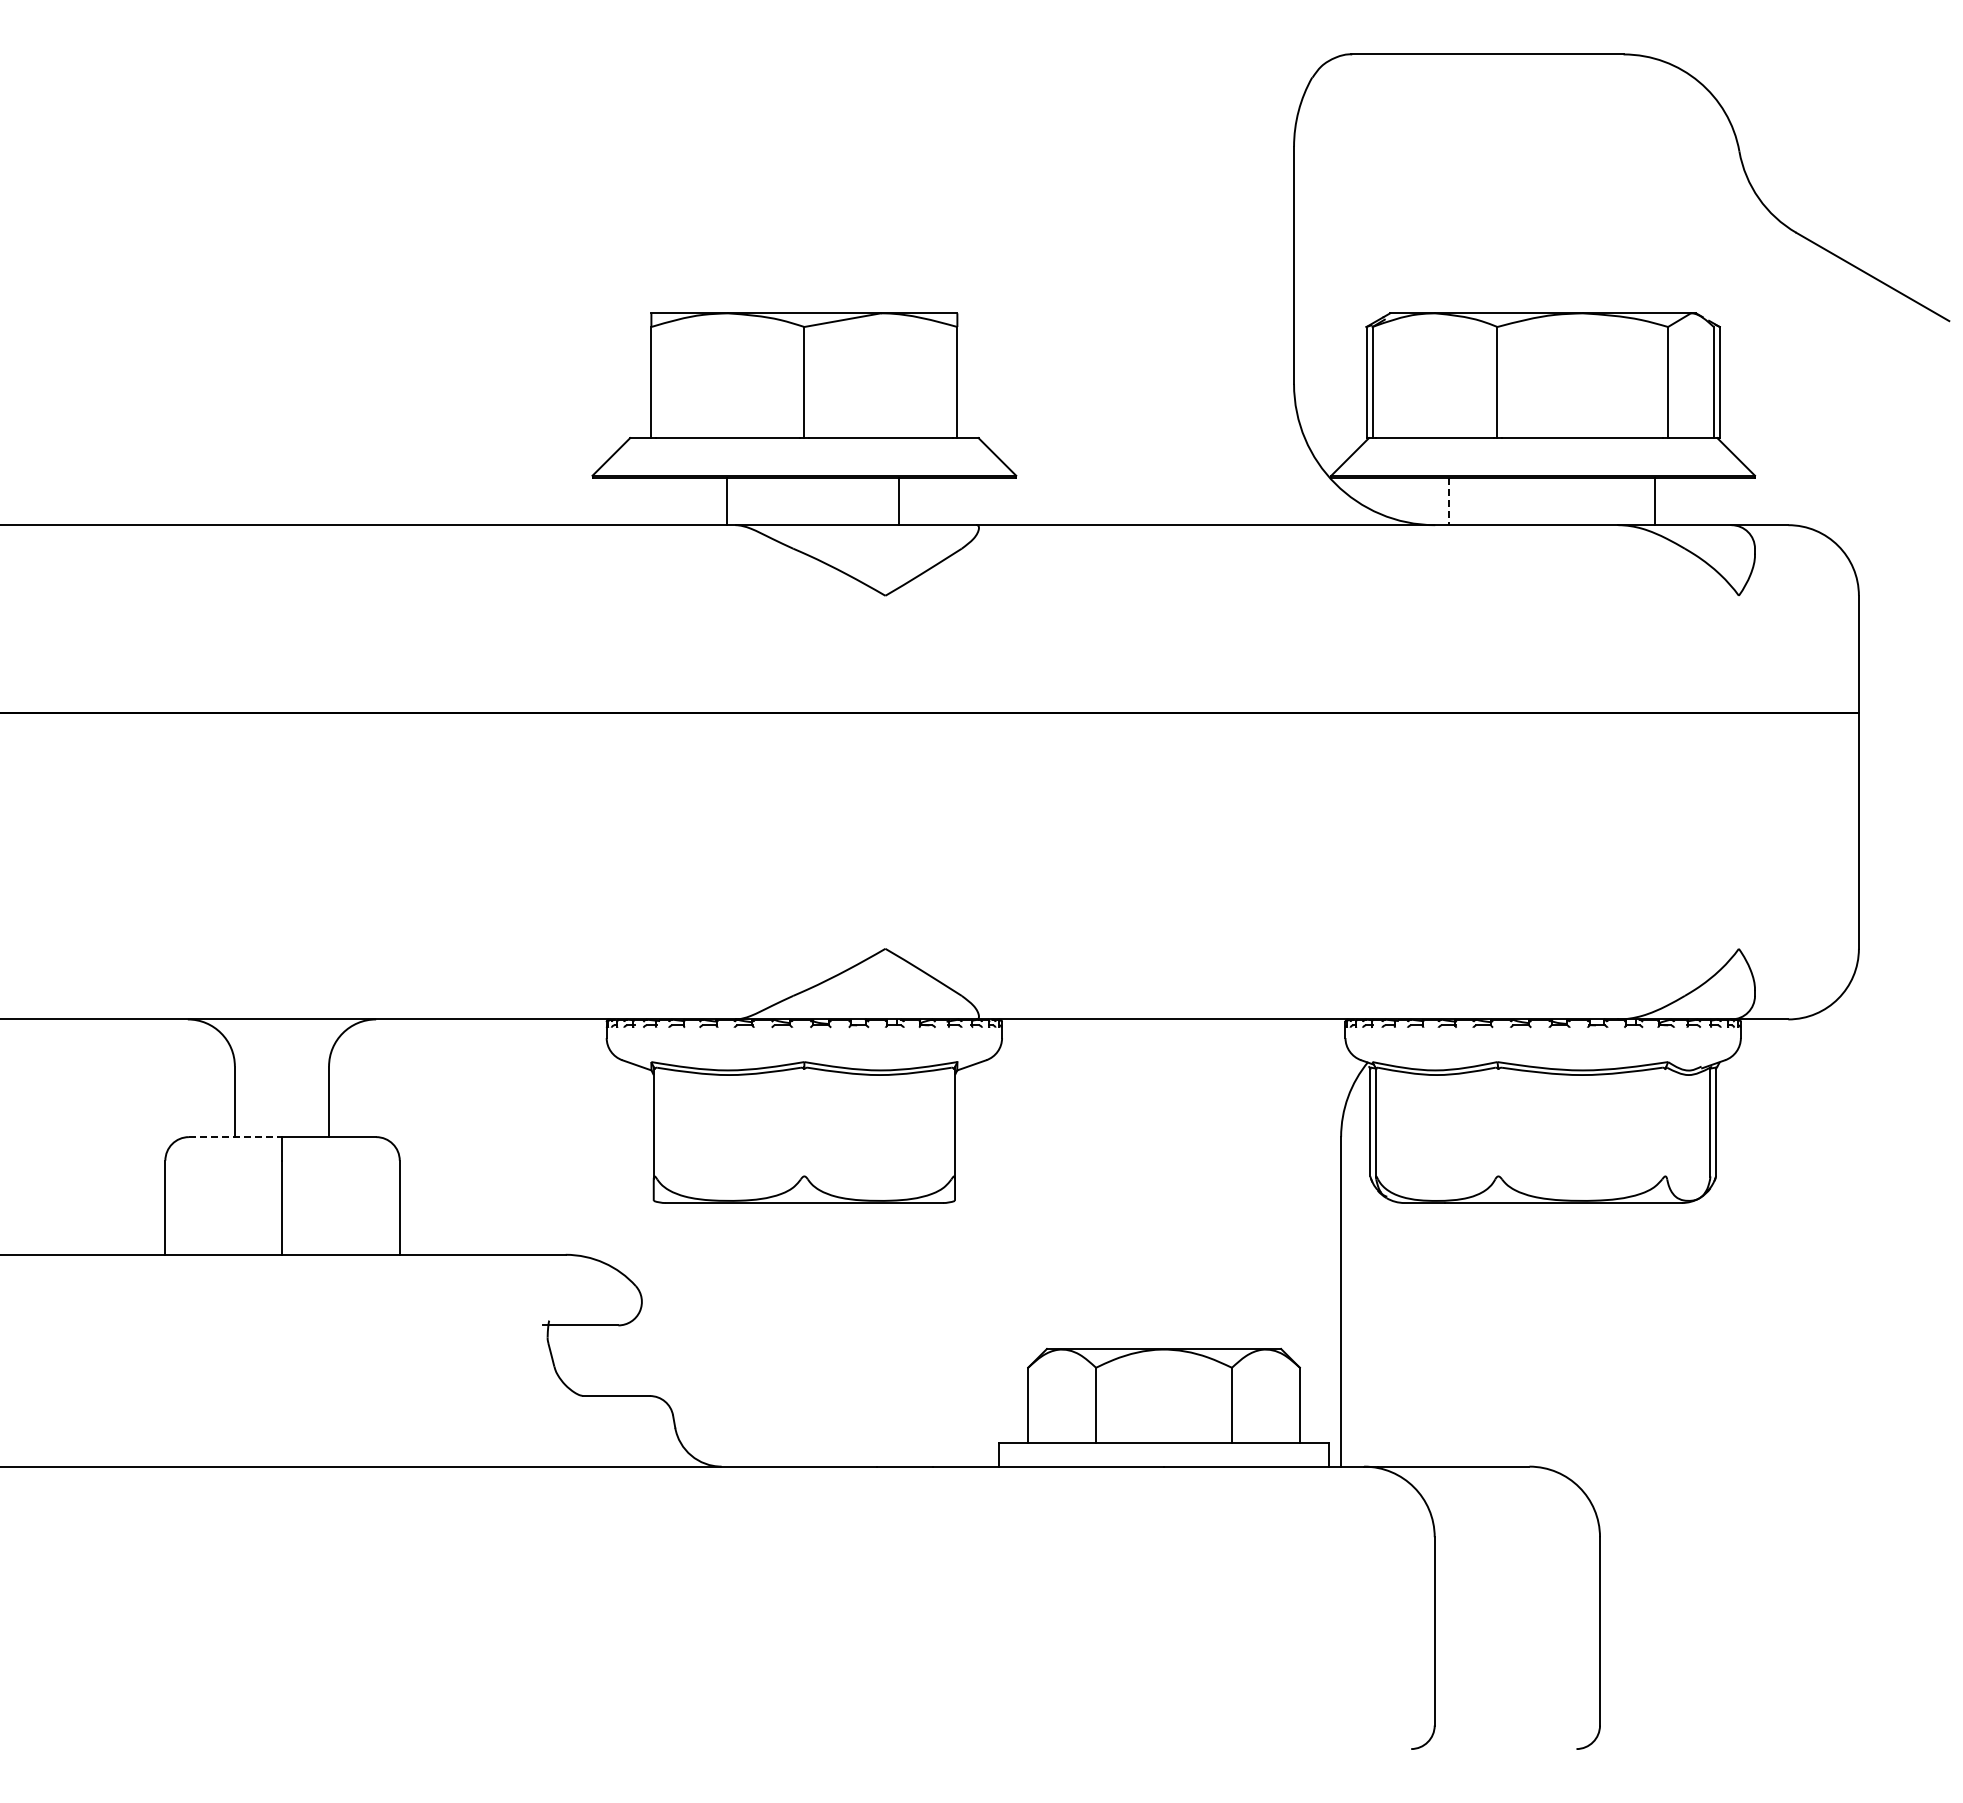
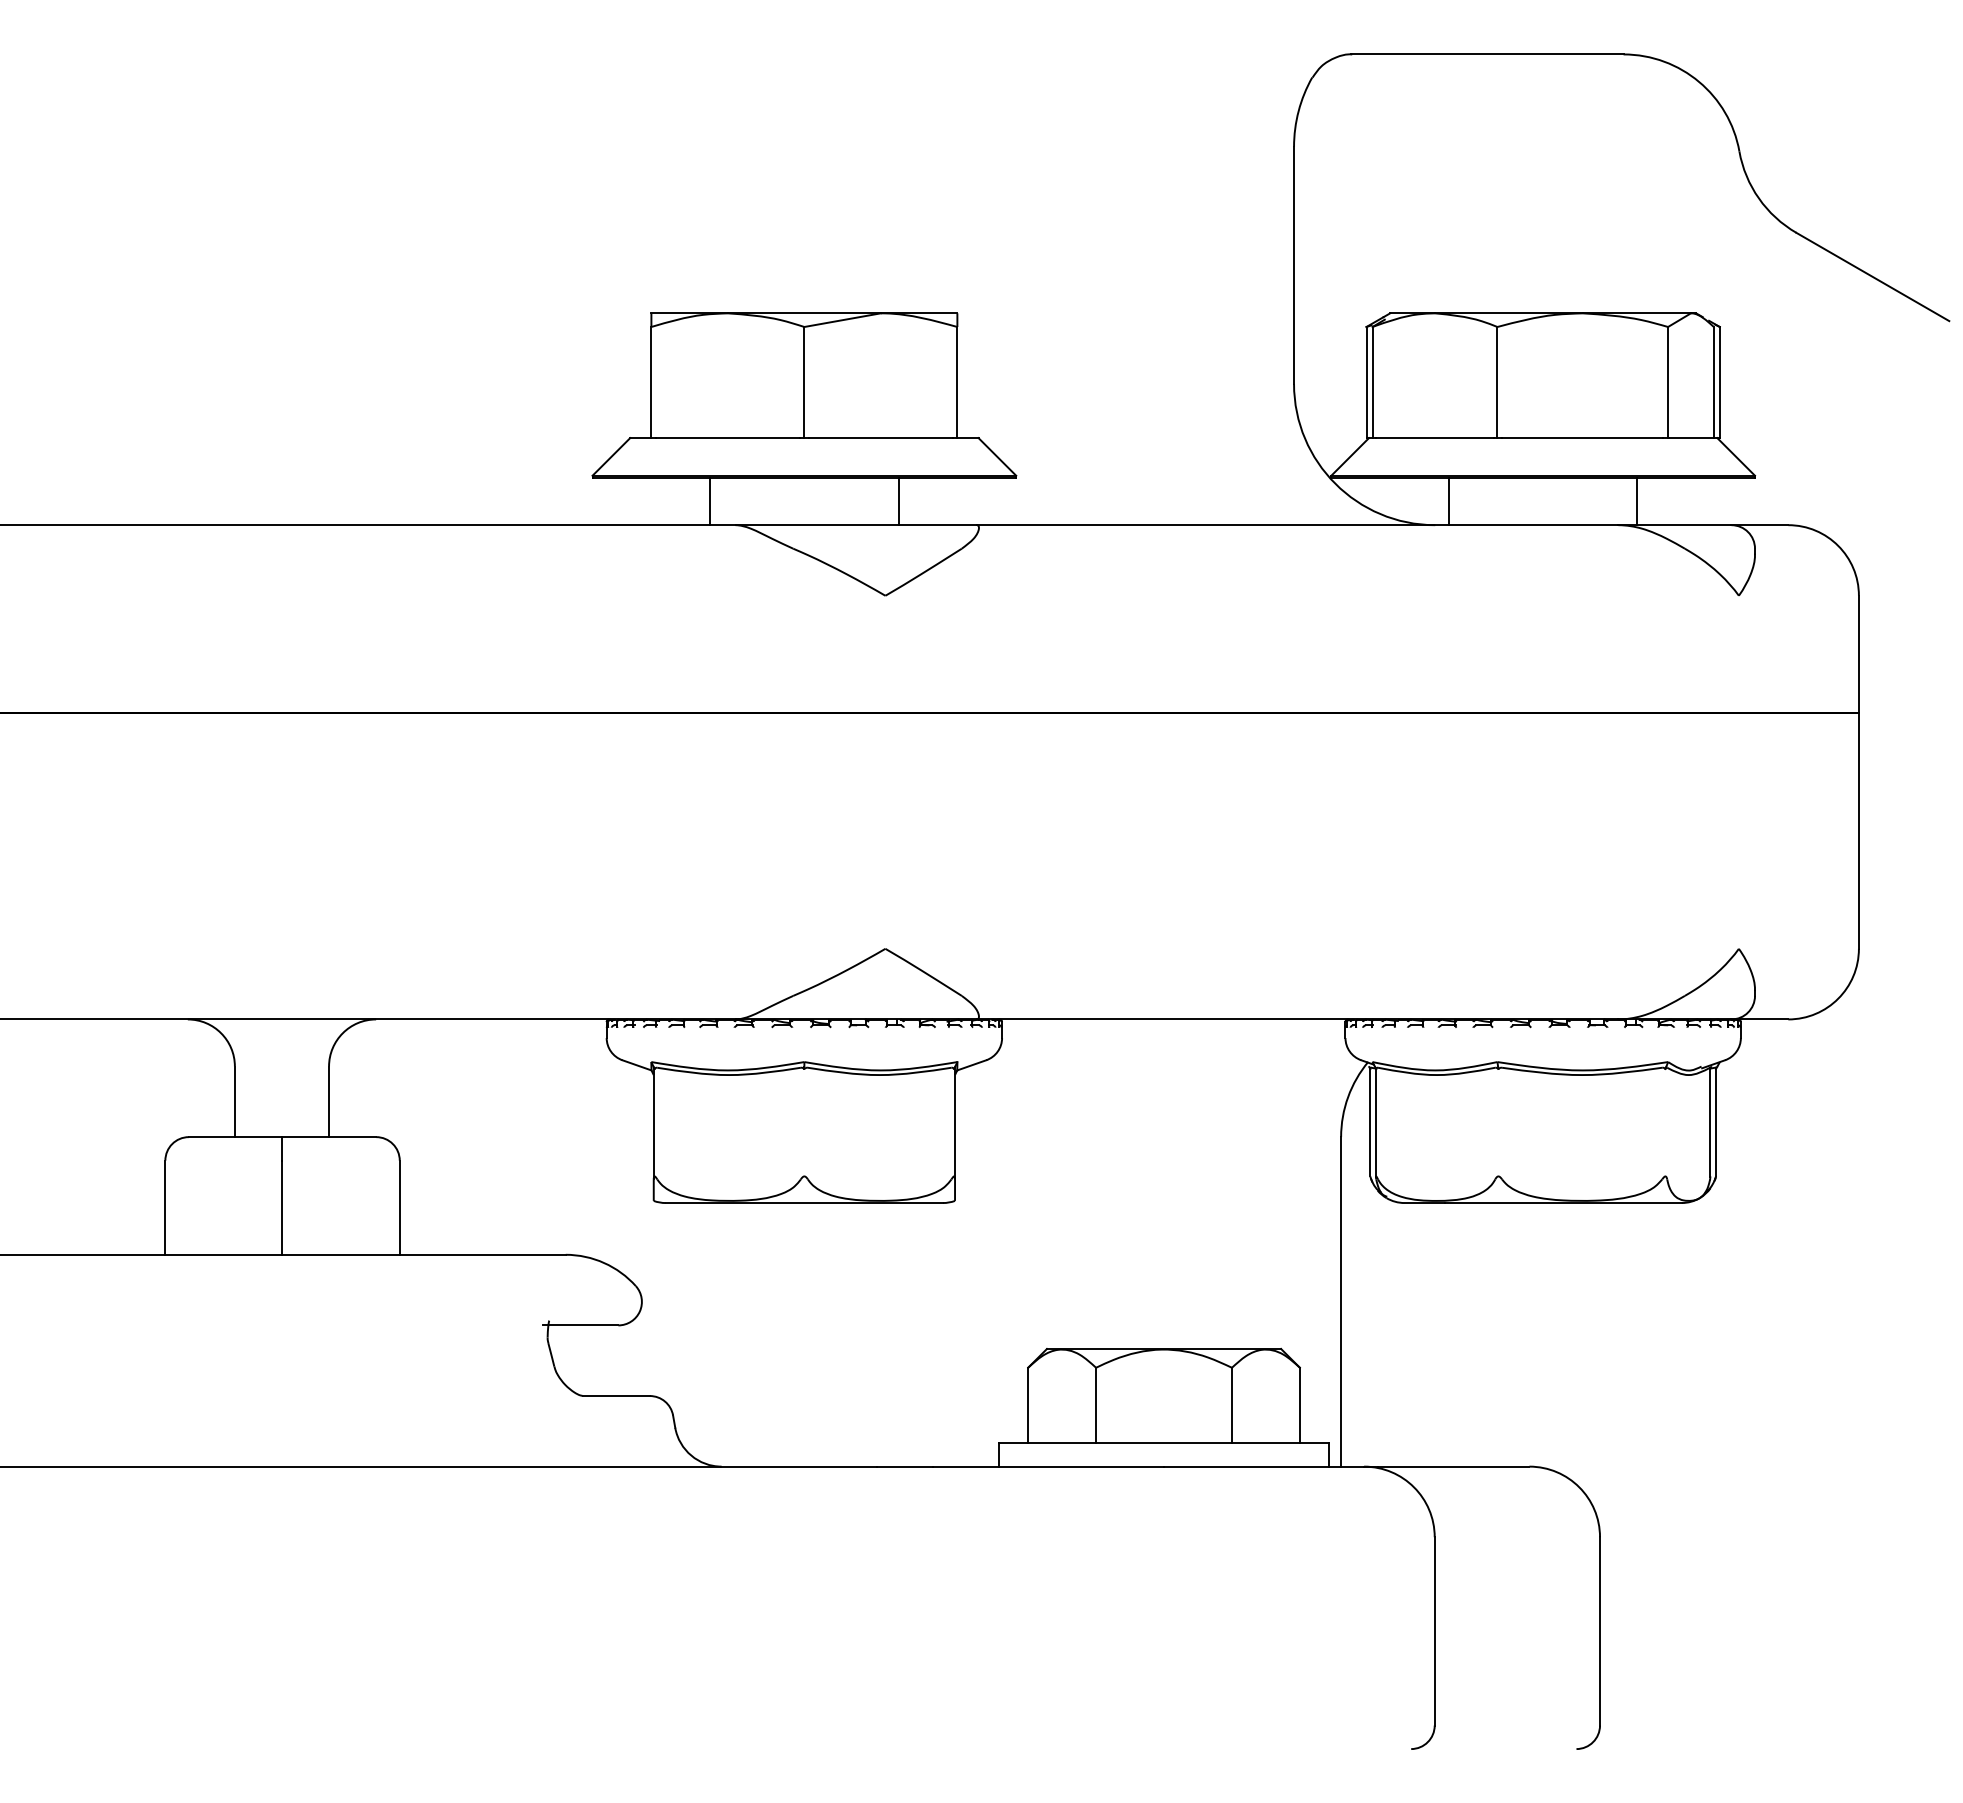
line at (727, 501) position: (727, 501) -> (710, 501)
line at (1449, 501): dashed -> solid
line at (1655, 501) position: (1655, 501) -> (1637, 501)
line at (235, 1137): dashed -> solid
